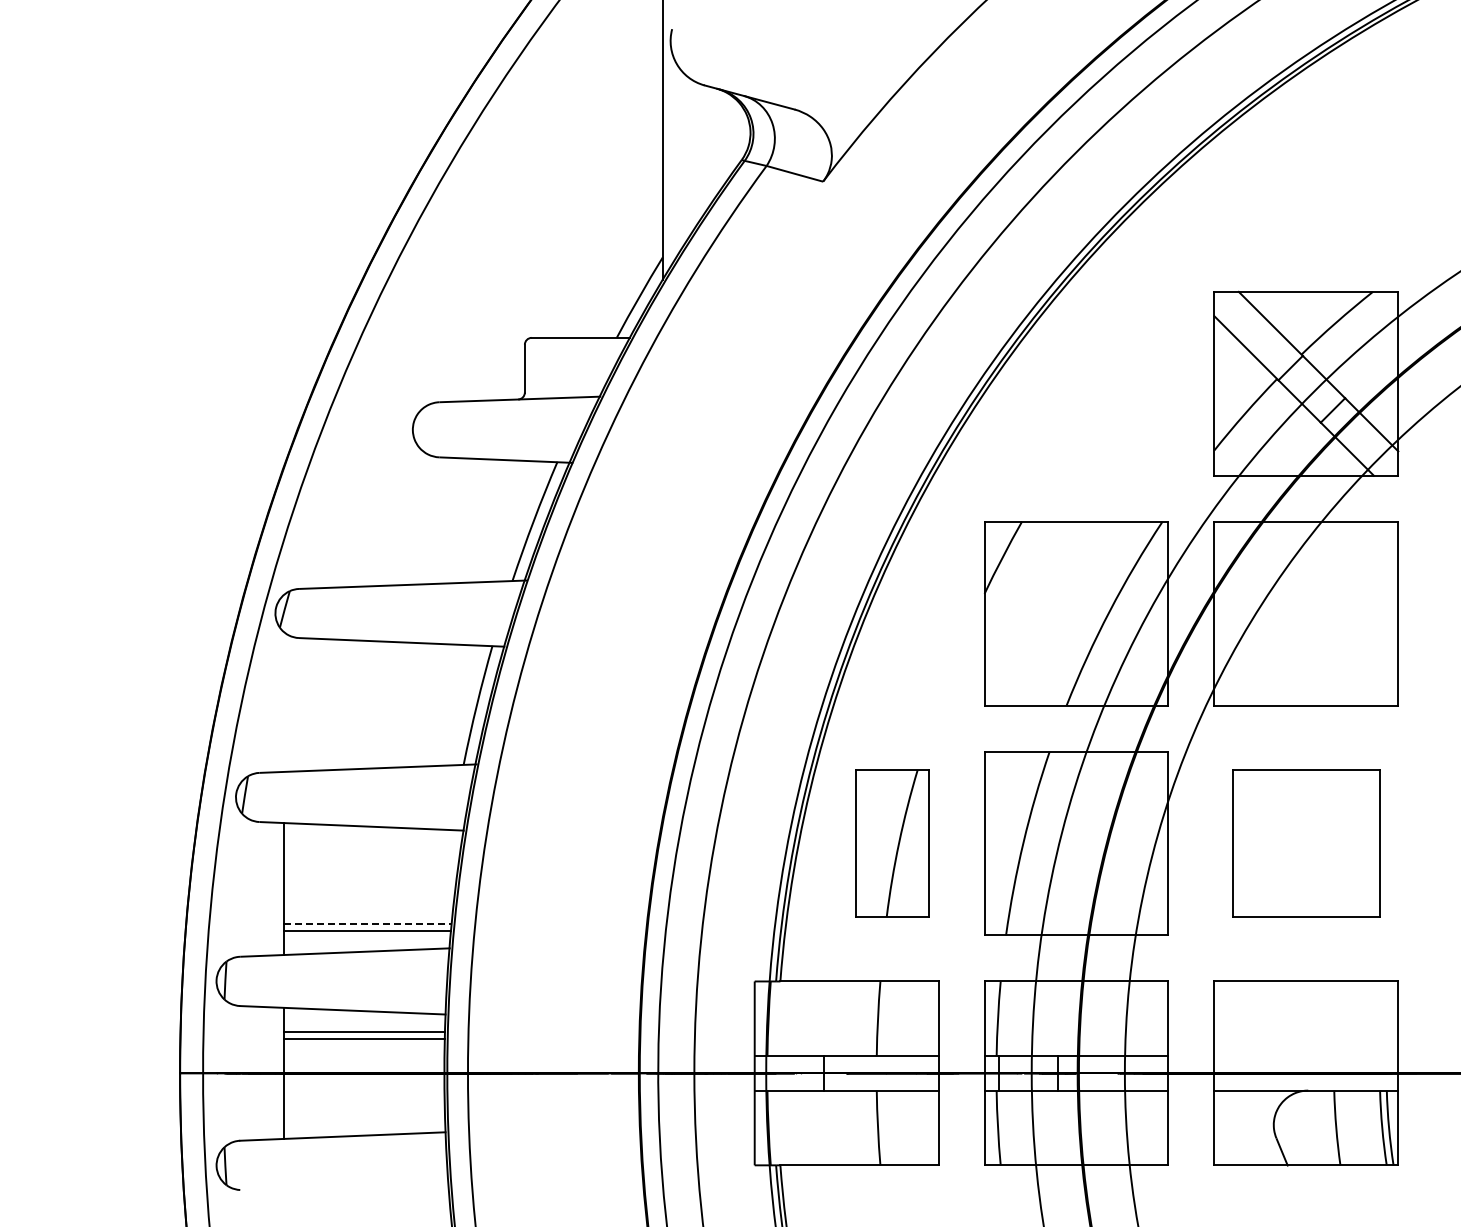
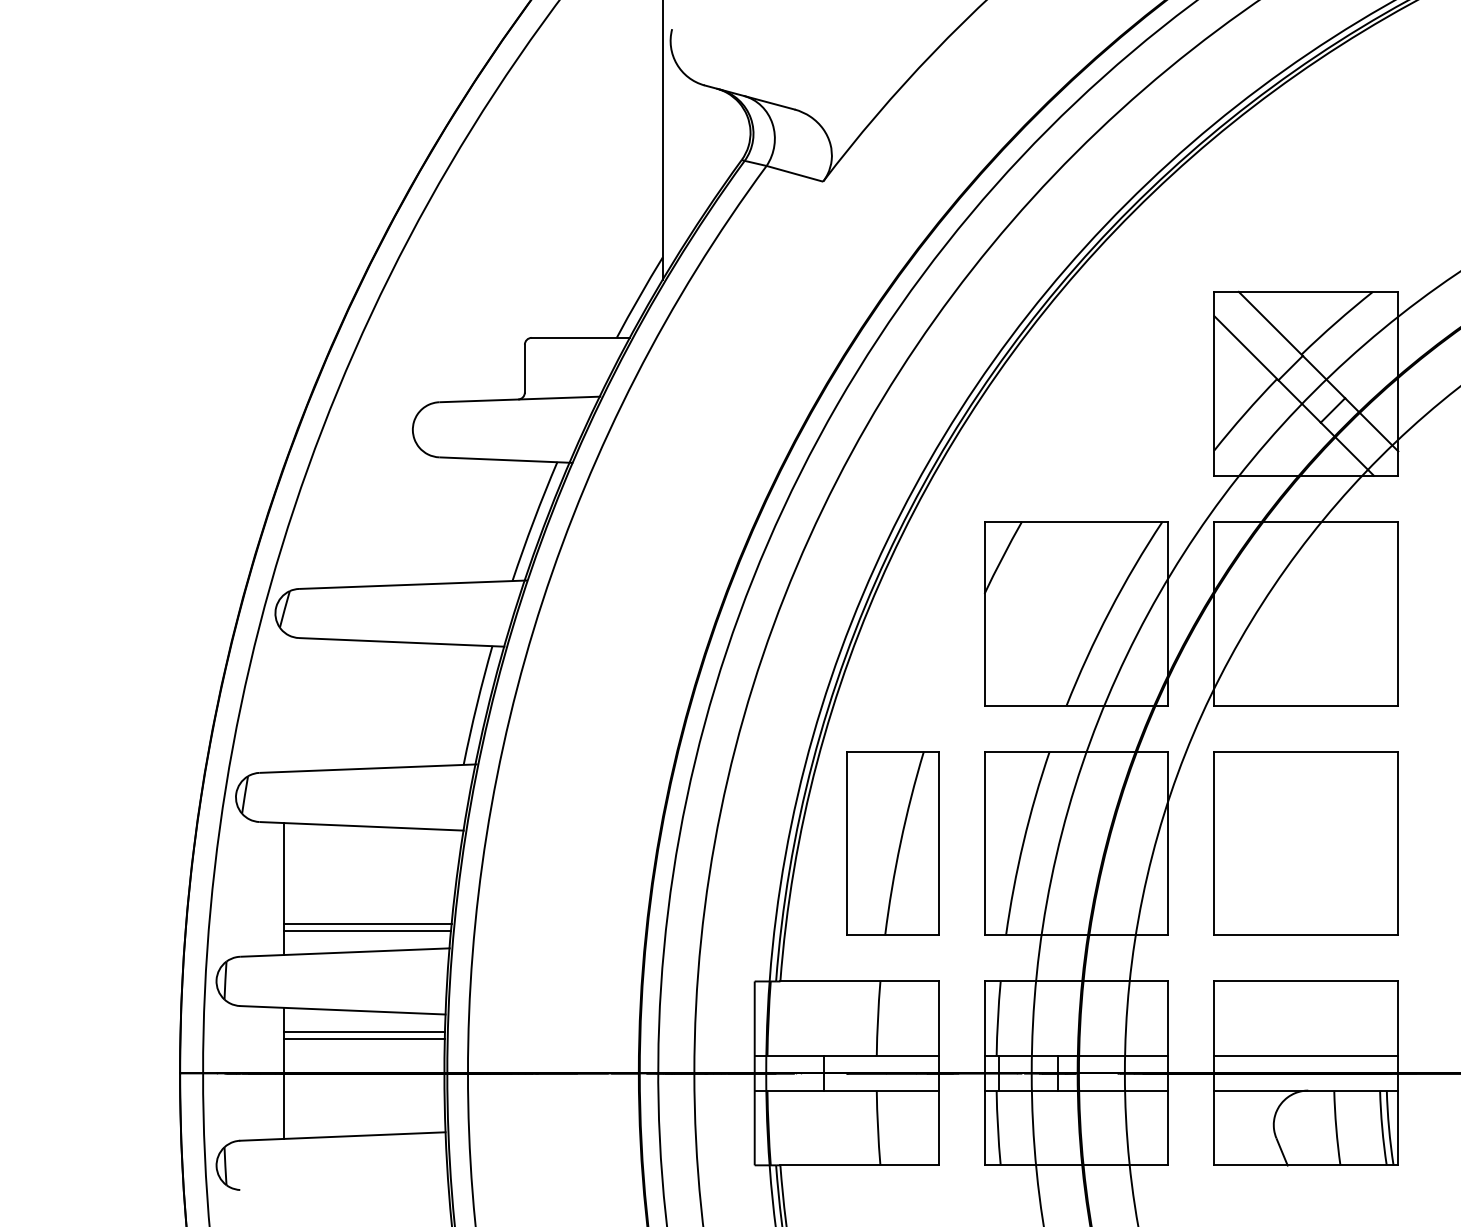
part at (892, 843) size: 75x149 px -> 94x185 px
part at (1306, 843) size: 149x149 px -> 186x185 px
line at (368, 923): dashed -> solid
line at (1306, 1056): none -> present
